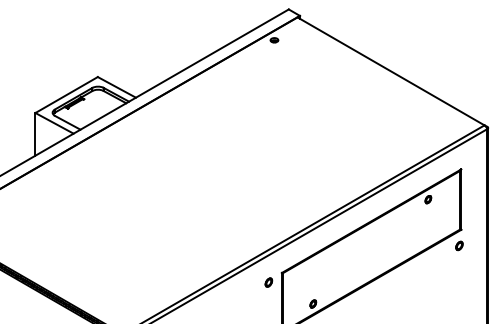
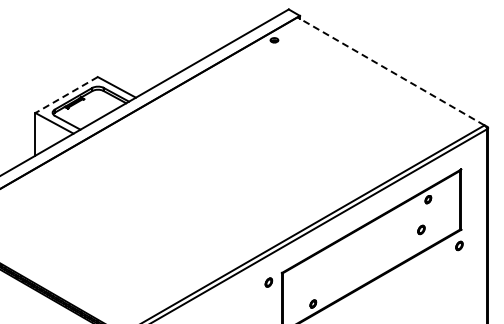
line at (391, 71): solid -> dashed
line at (66, 95): solid -> dashed
part at (421, 229): none -> present
